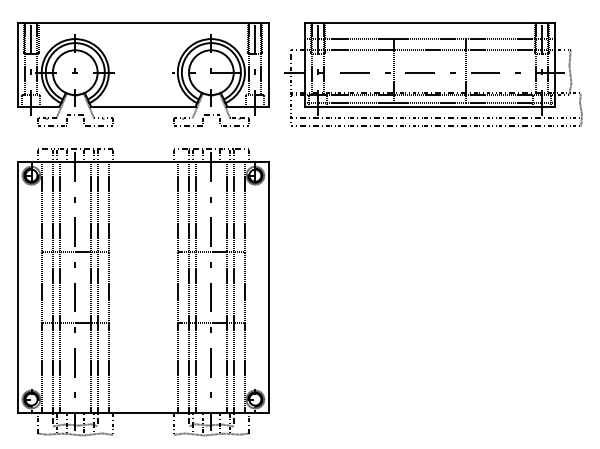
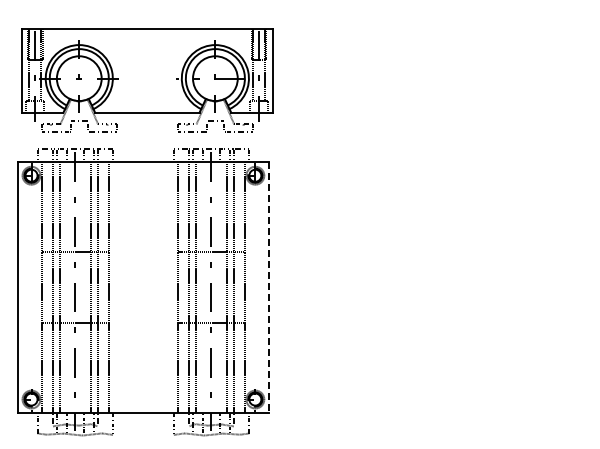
part at (143, 74) position: (143, 74) -> (147, 80)
part at (433, 74): present -> none
line at (268, 288): solid -> dashed
